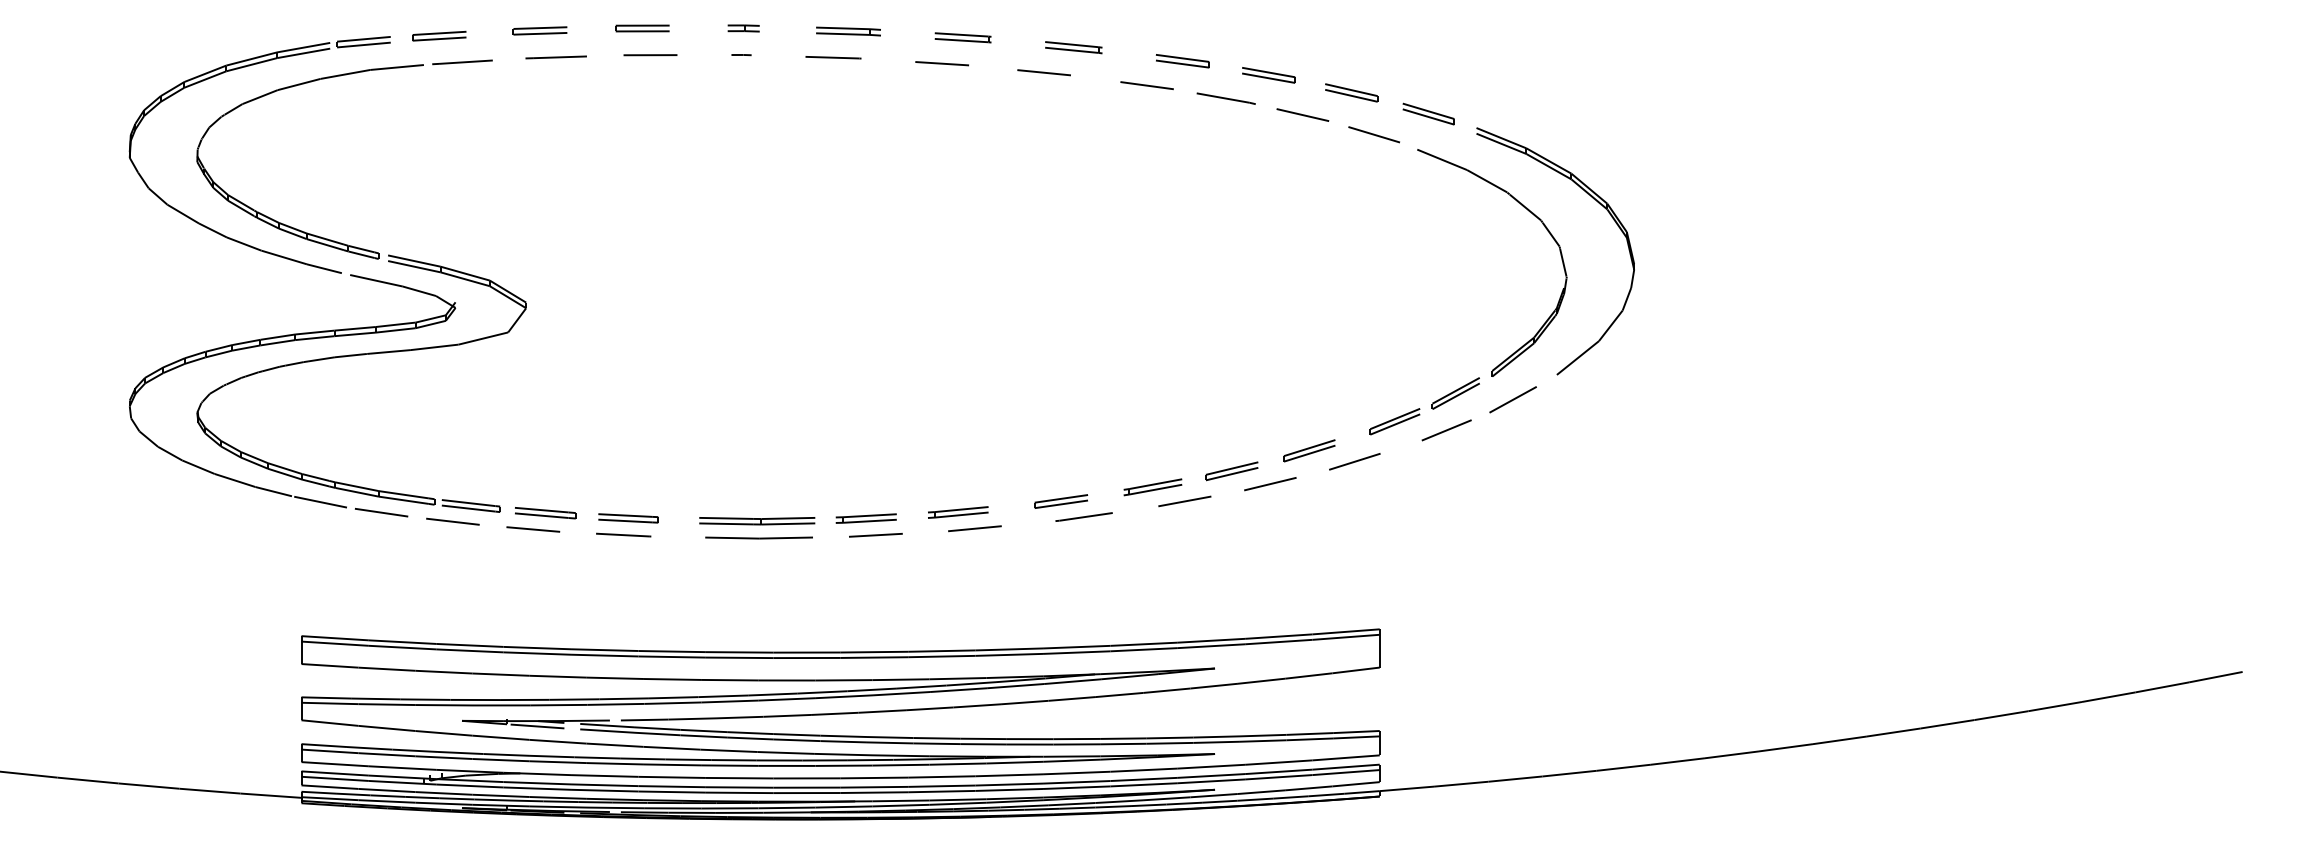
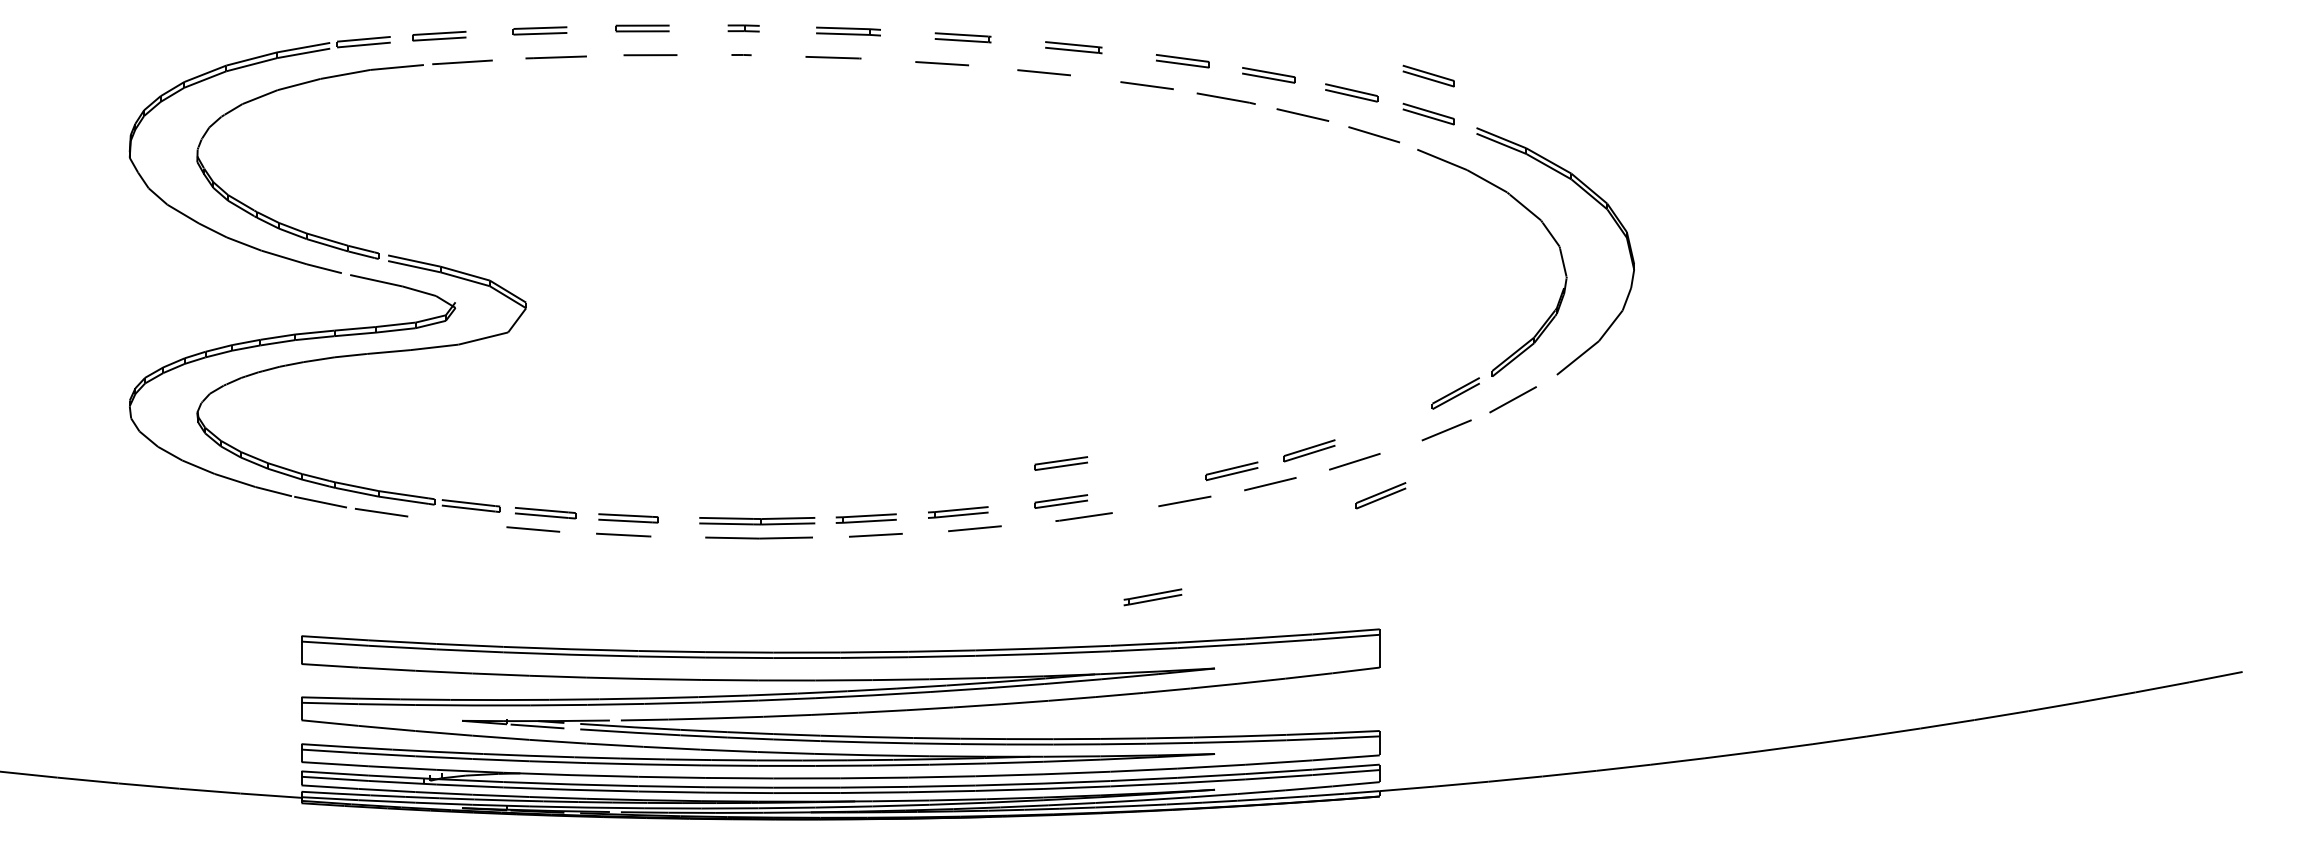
part at (1428, 75): none -> present
part at (1394, 421) position: (1394, 421) -> (1380, 495)
part at (1061, 463): none -> present
part at (1152, 487) position: (1152, 487) -> (1152, 597)
line at (452, 521): present -> none
